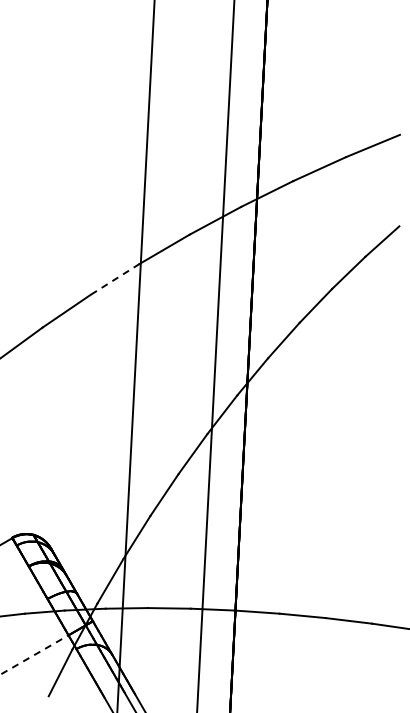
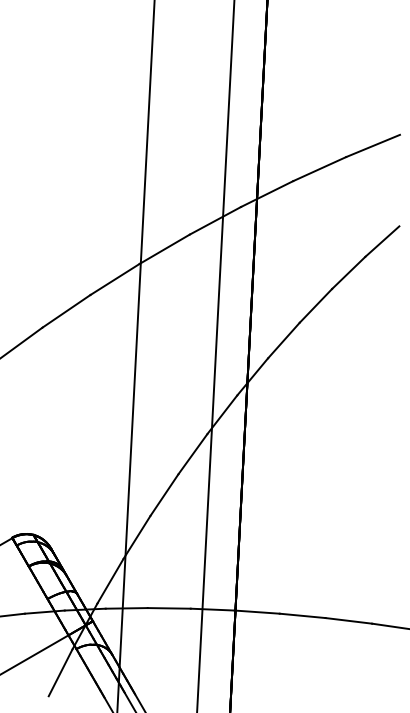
line at (114, 279): dashed -> solid
line at (34, 654): dashed -> solid
